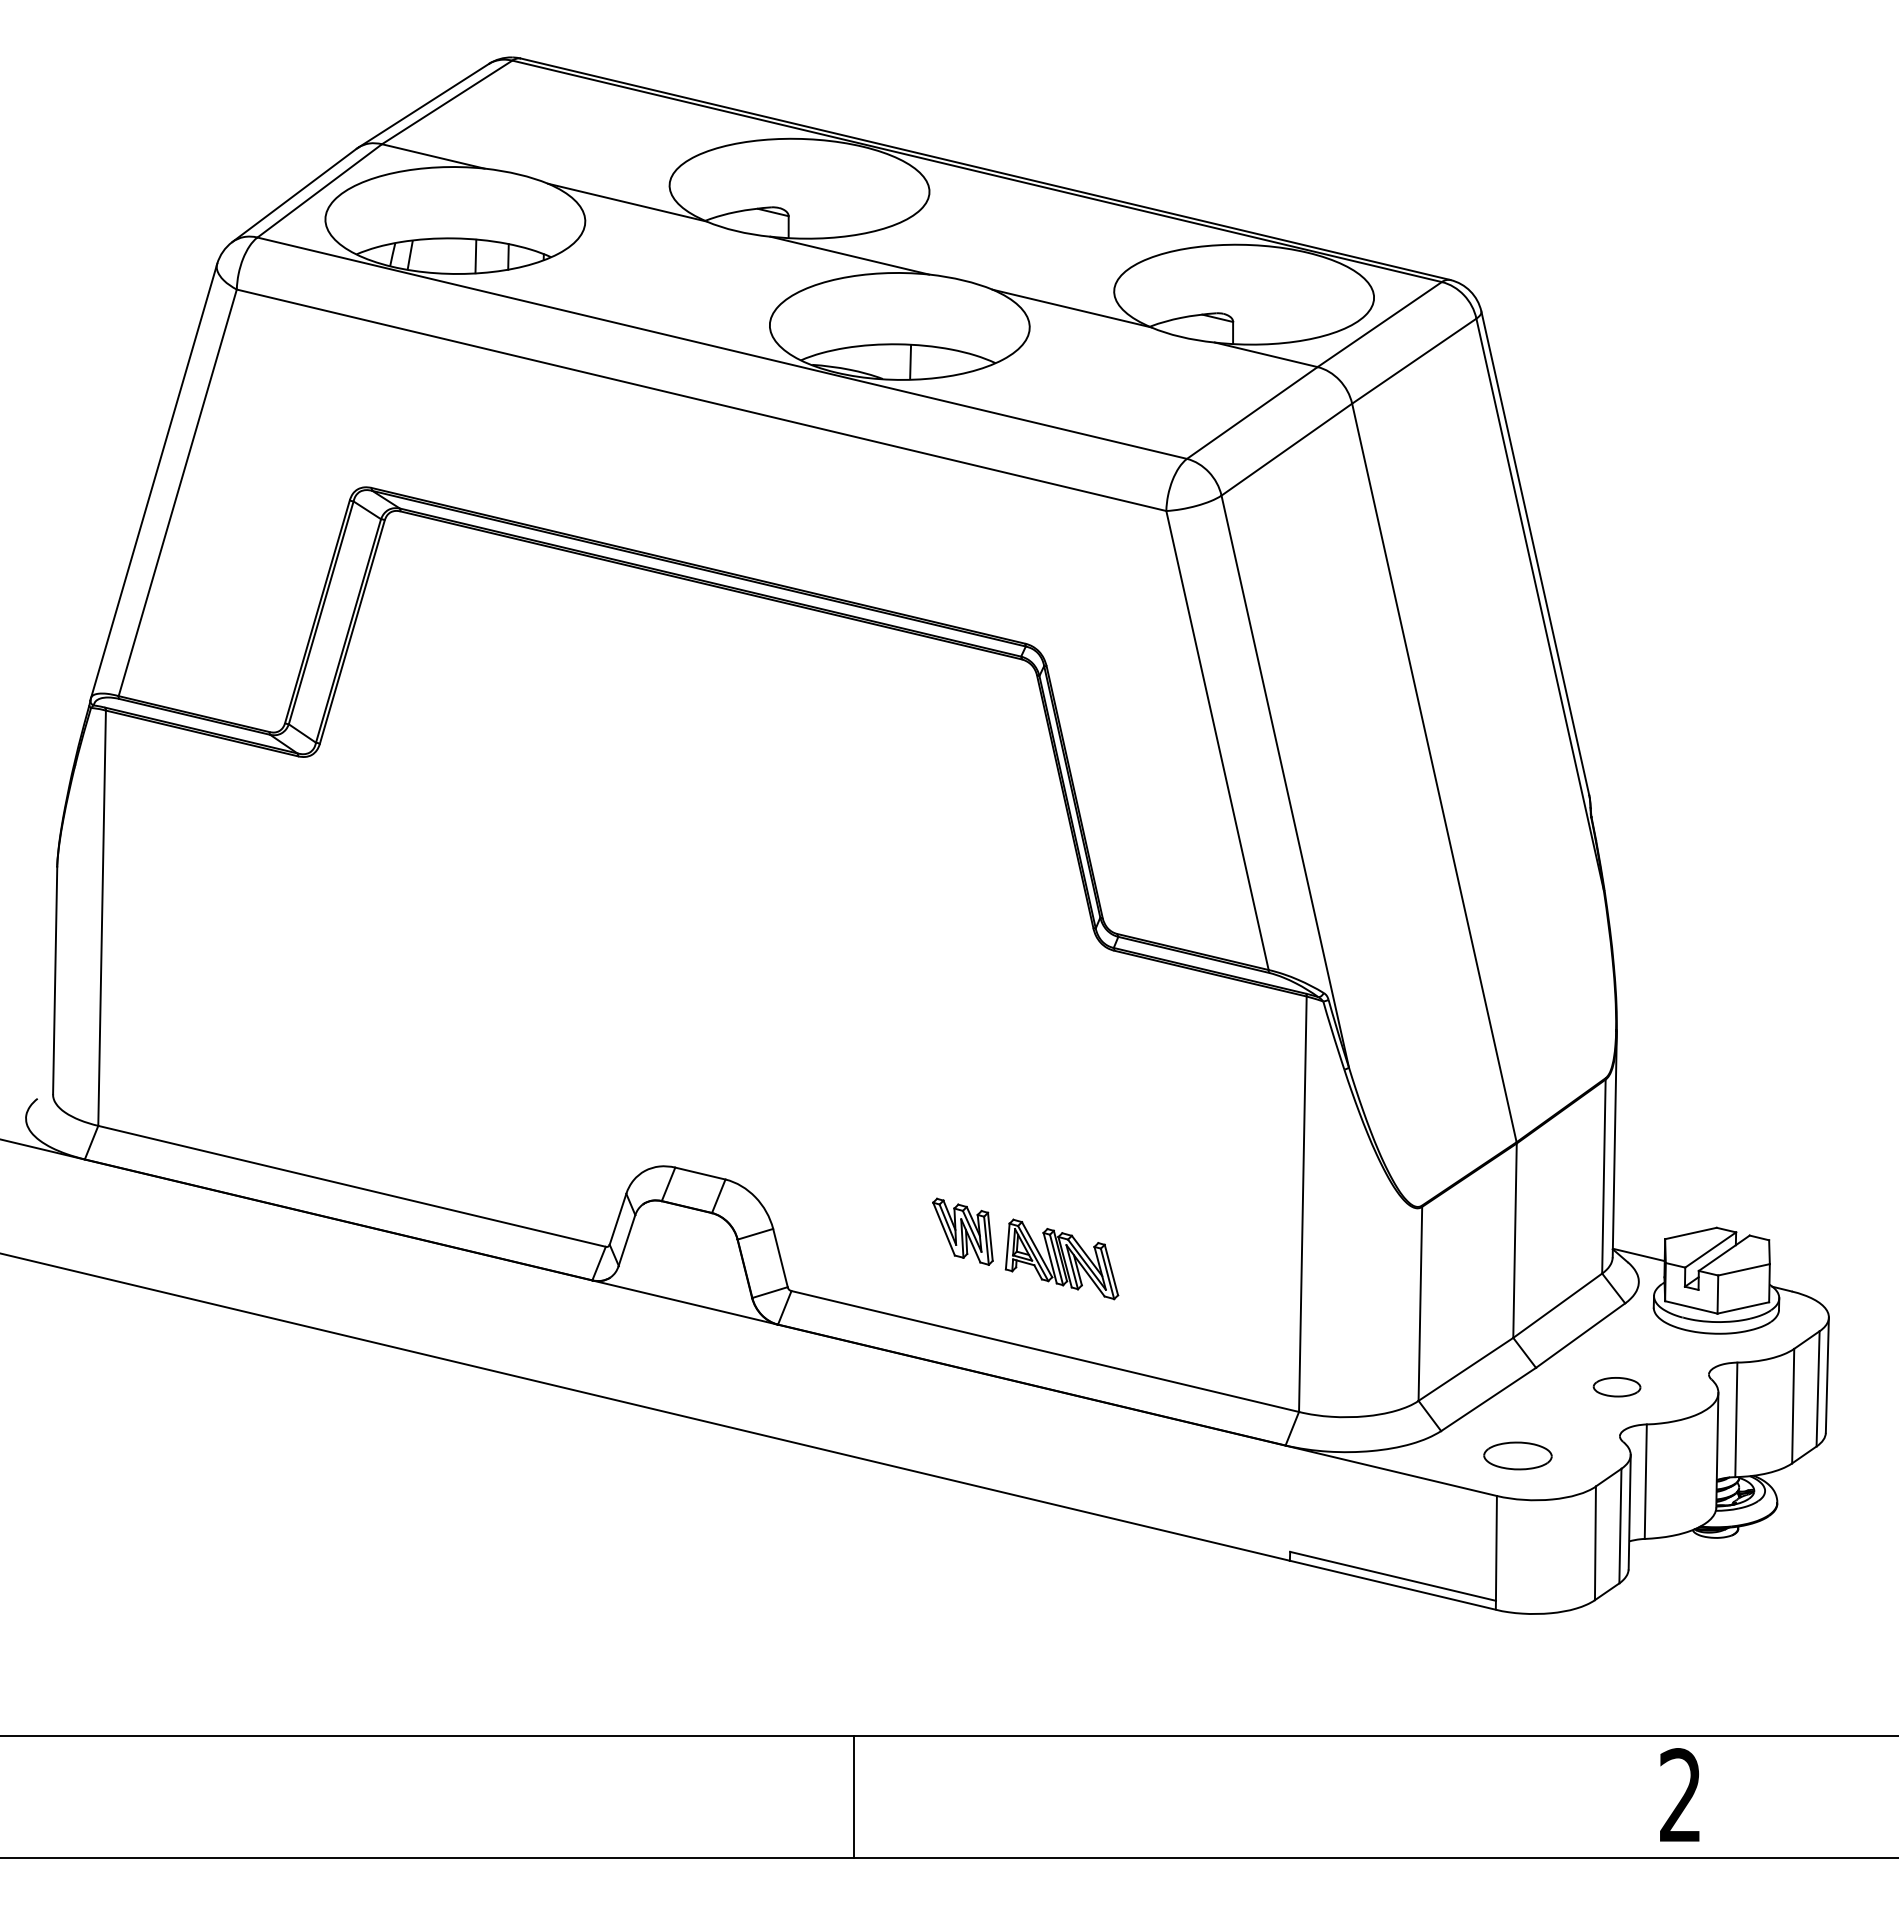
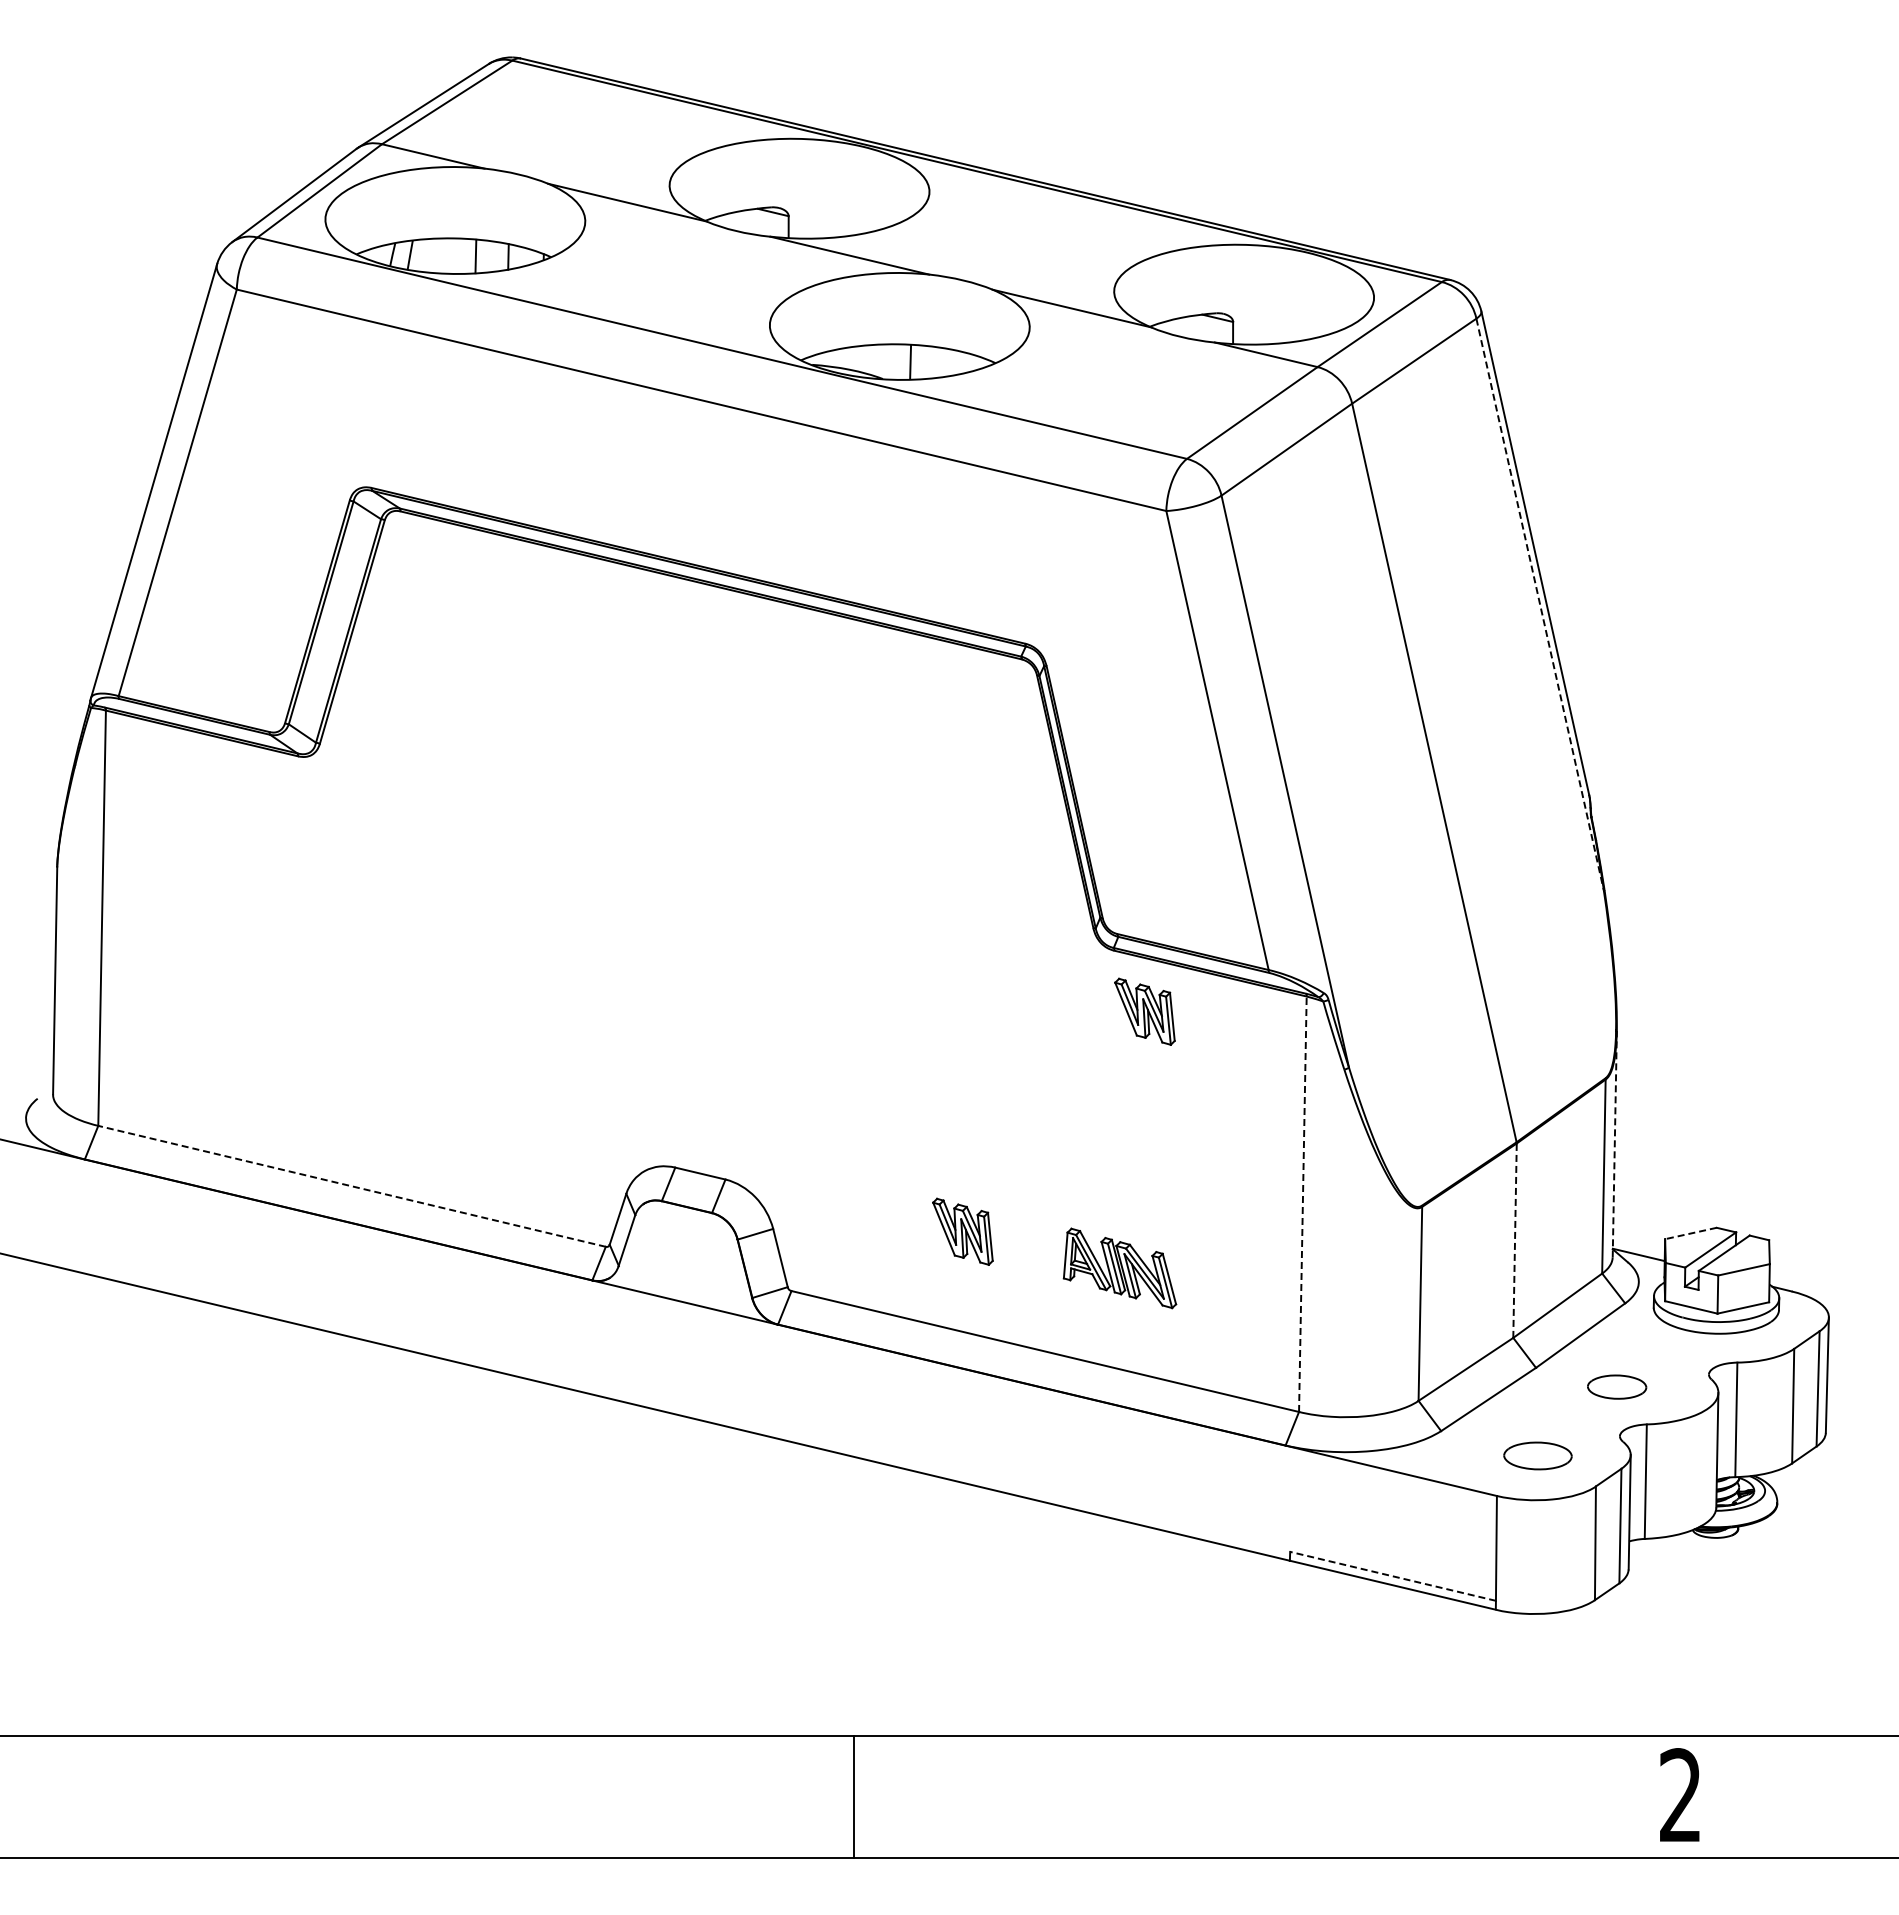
line at (1540, 604): solid -> dashed
part at (1144, 1011): none -> present
line at (1614, 1143): solid -> dashed
line at (352, 1186): solid -> dashed
line at (1302, 1204): solid -> dashed
line at (1690, 1233): solid -> dashed
line at (1515, 1240): solid -> dashed
part at (1061, 1259) position: (1061, 1259) -> (1119, 1268)
part at (1616, 1387) size: 50x21 px -> 61x26 px
part at (1517, 1455) position: (1517, 1455) -> (1537, 1455)
line at (1393, 1576): solid -> dashed
